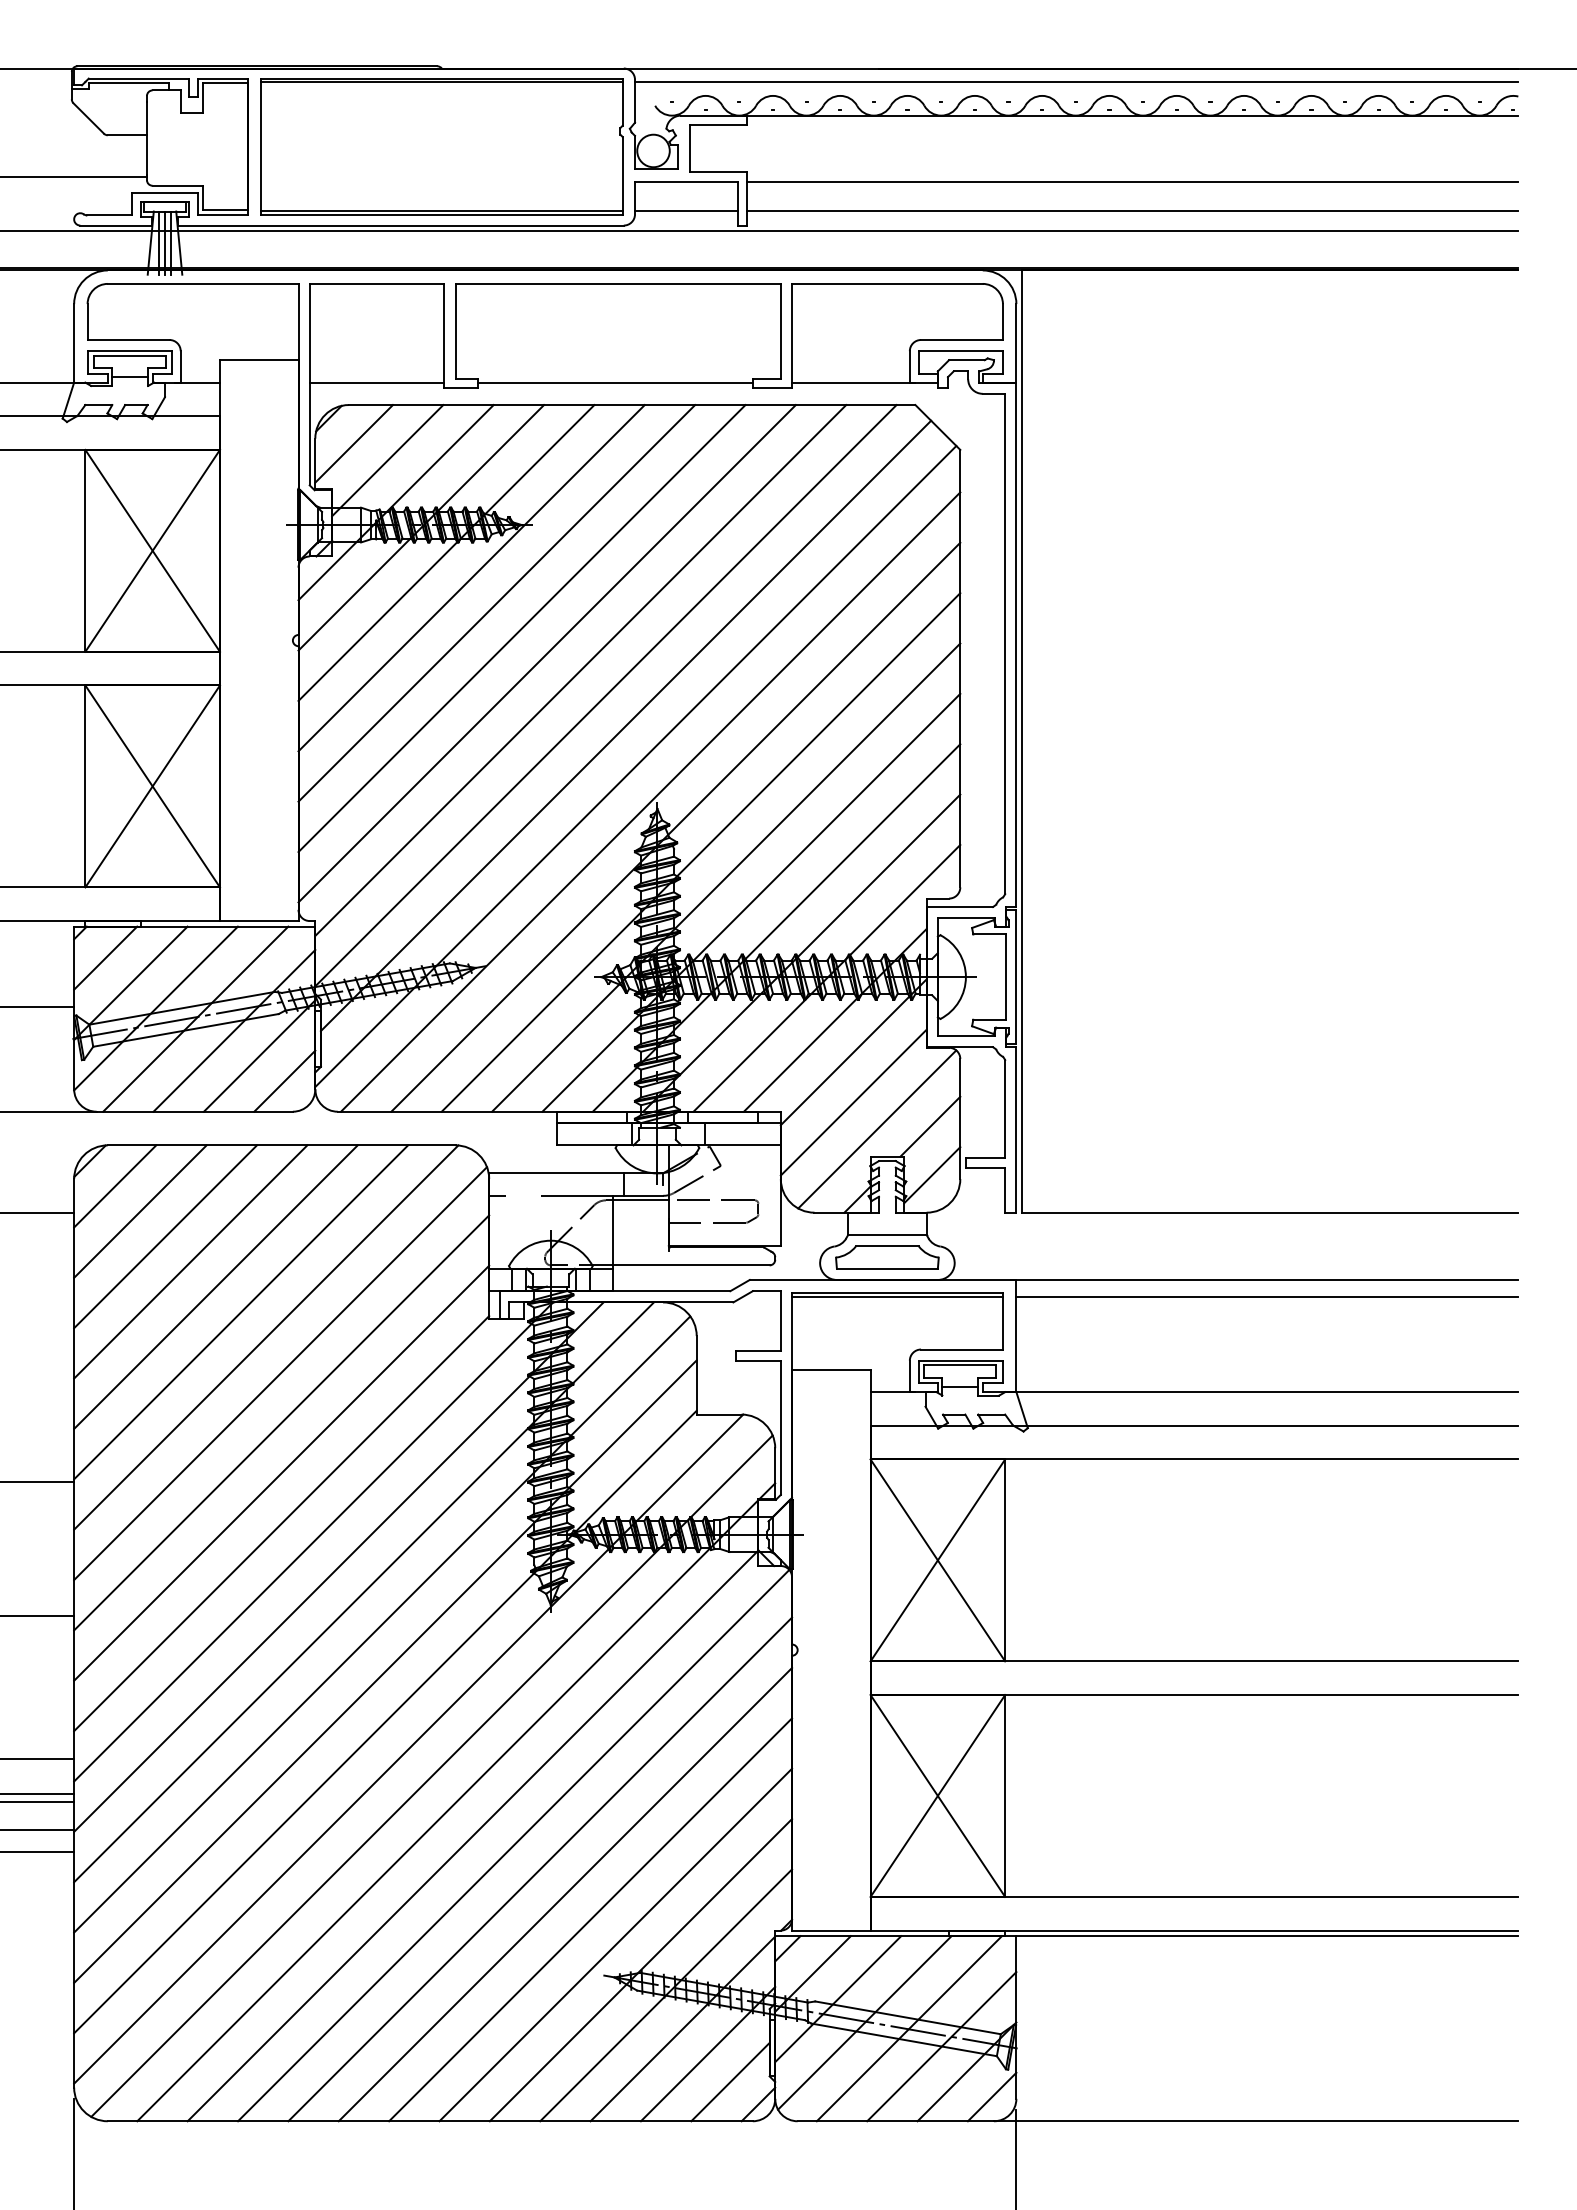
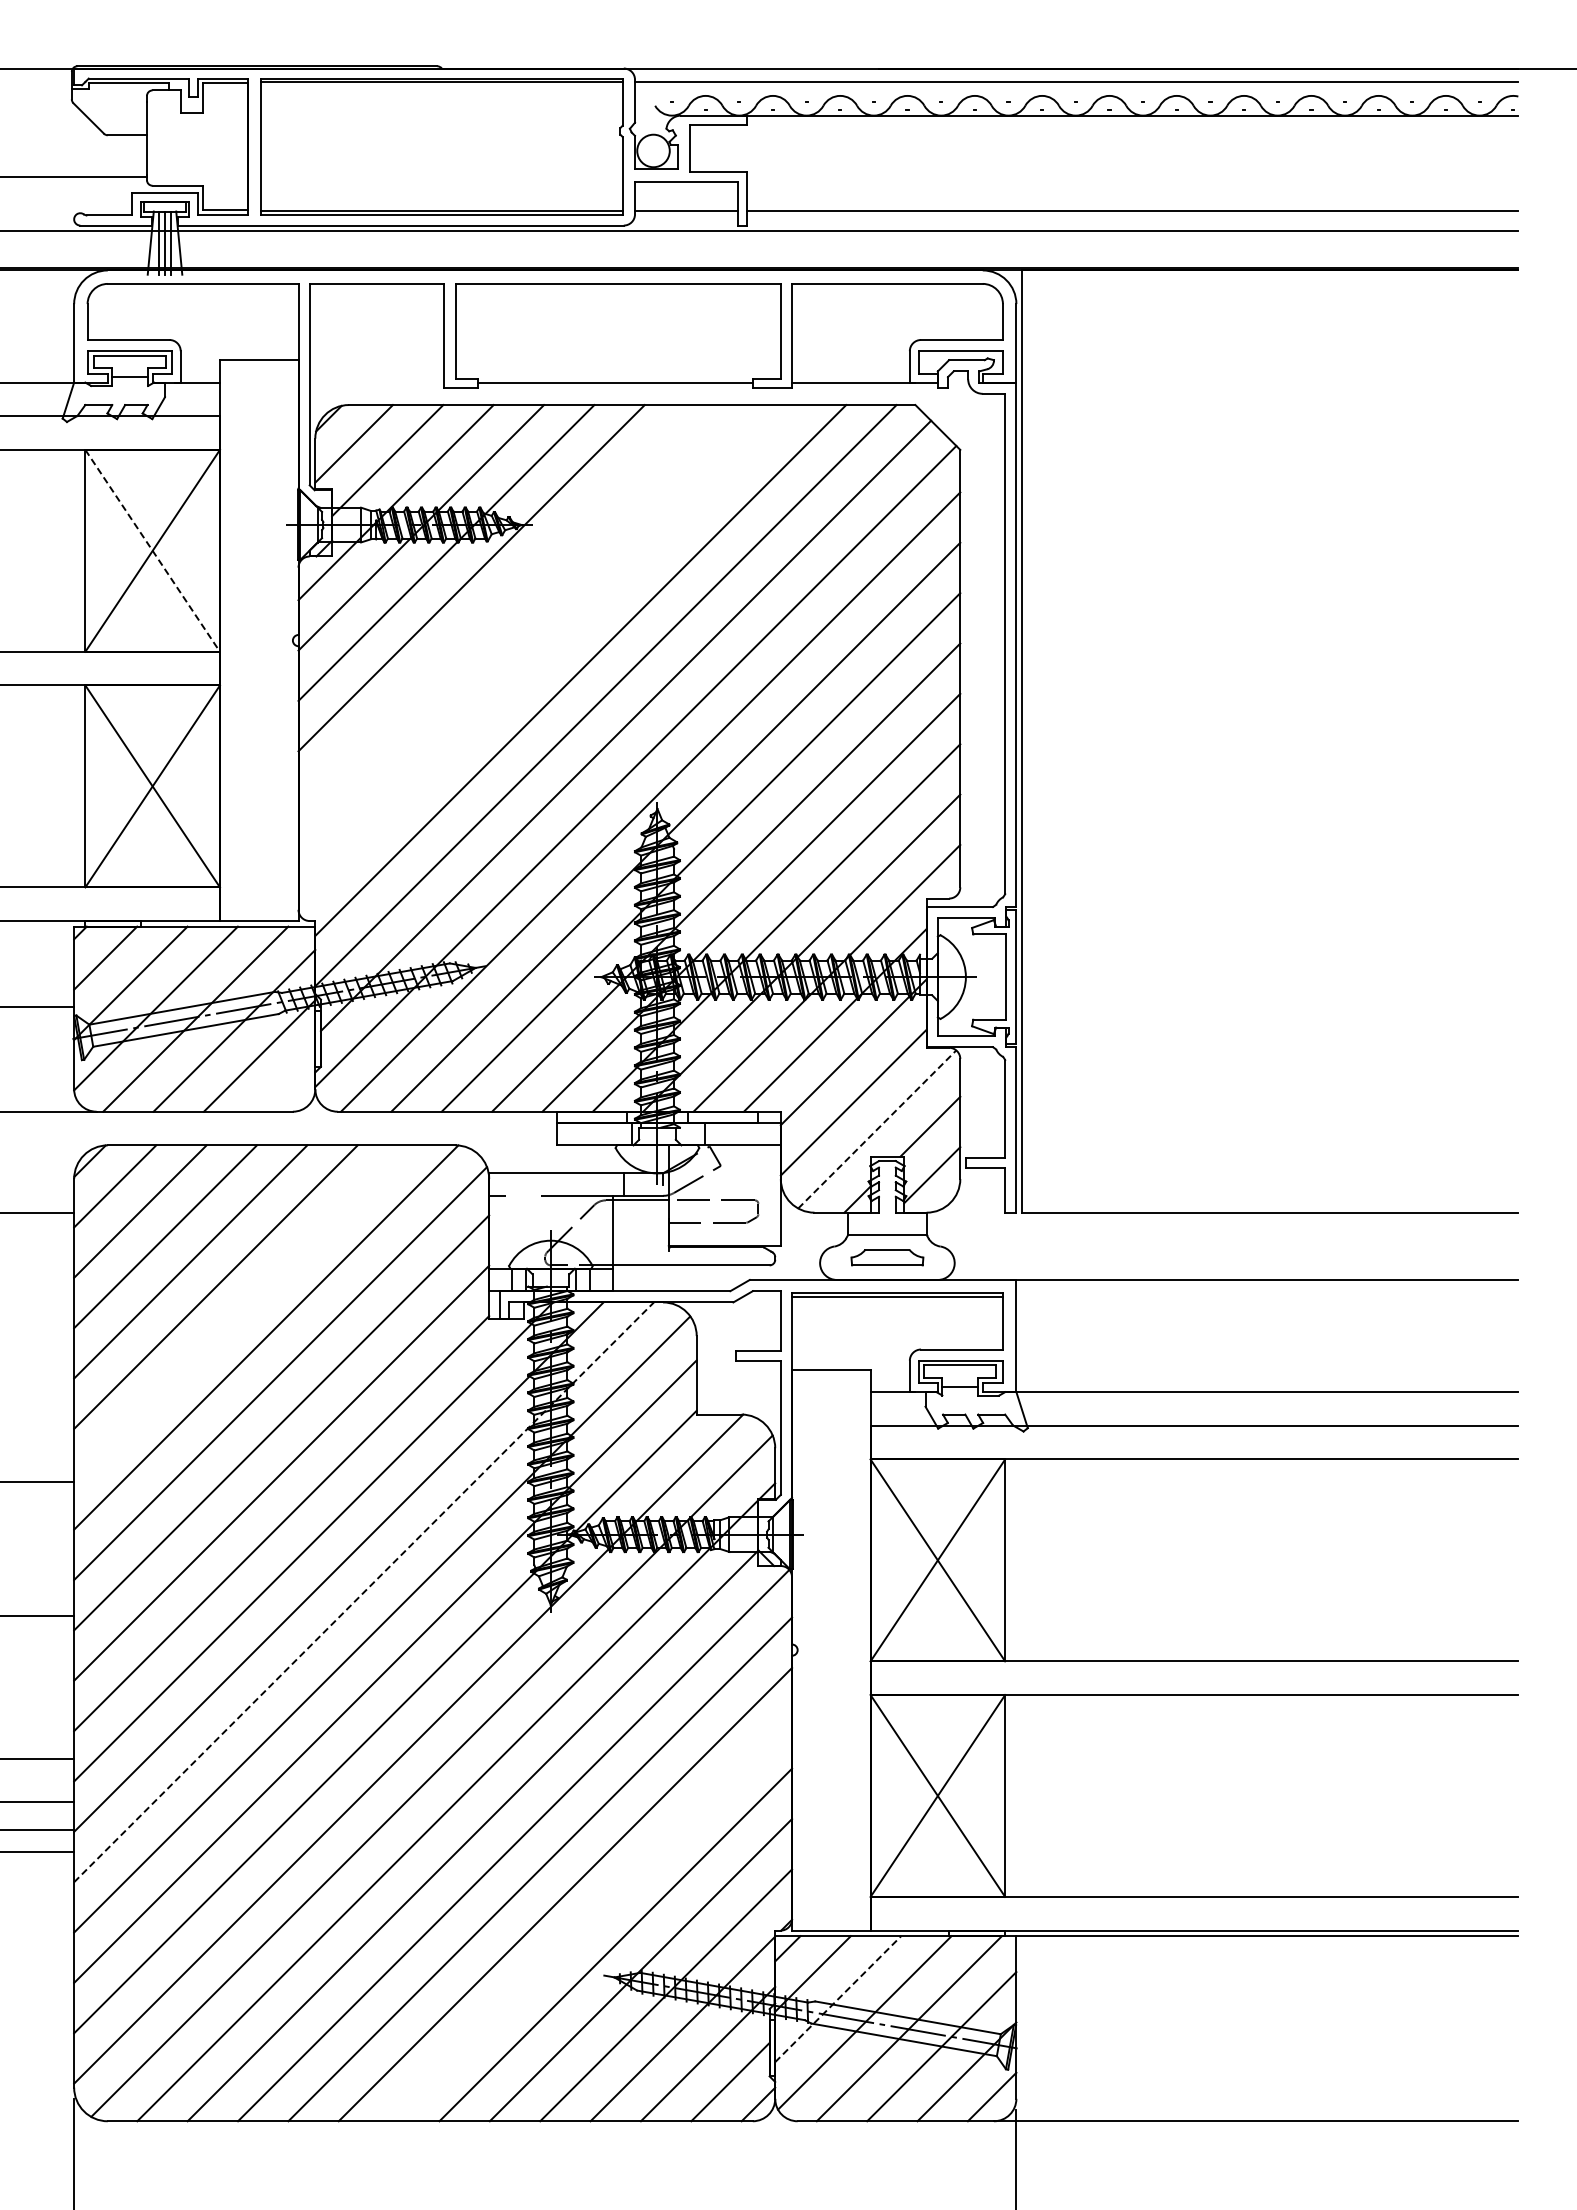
line at (1132, 181): present -> none
line at (376, 382): present -> none
line at (152, 551): solid -> dashed
line at (496, 603): present -> none
line at (521, 628): present -> none
line at (546, 653): present -> none
line at (284, 1080): present -> none
line at (877, 1129): solid -> dashed
part at (887, 1257) size: 105x25 px -> 75x18 px
line at (1267, 1296): present -> none
line at (241, 1312): present -> none
line at (364, 1592): solid -> dashed
line at (38, 1793): present -> none
line at (590, 1919): present -> none
line at (838, 1998): solid -> dashed
